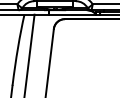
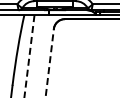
line at (29, 56): solid -> dashed
line at (49, 62): solid -> dashed
